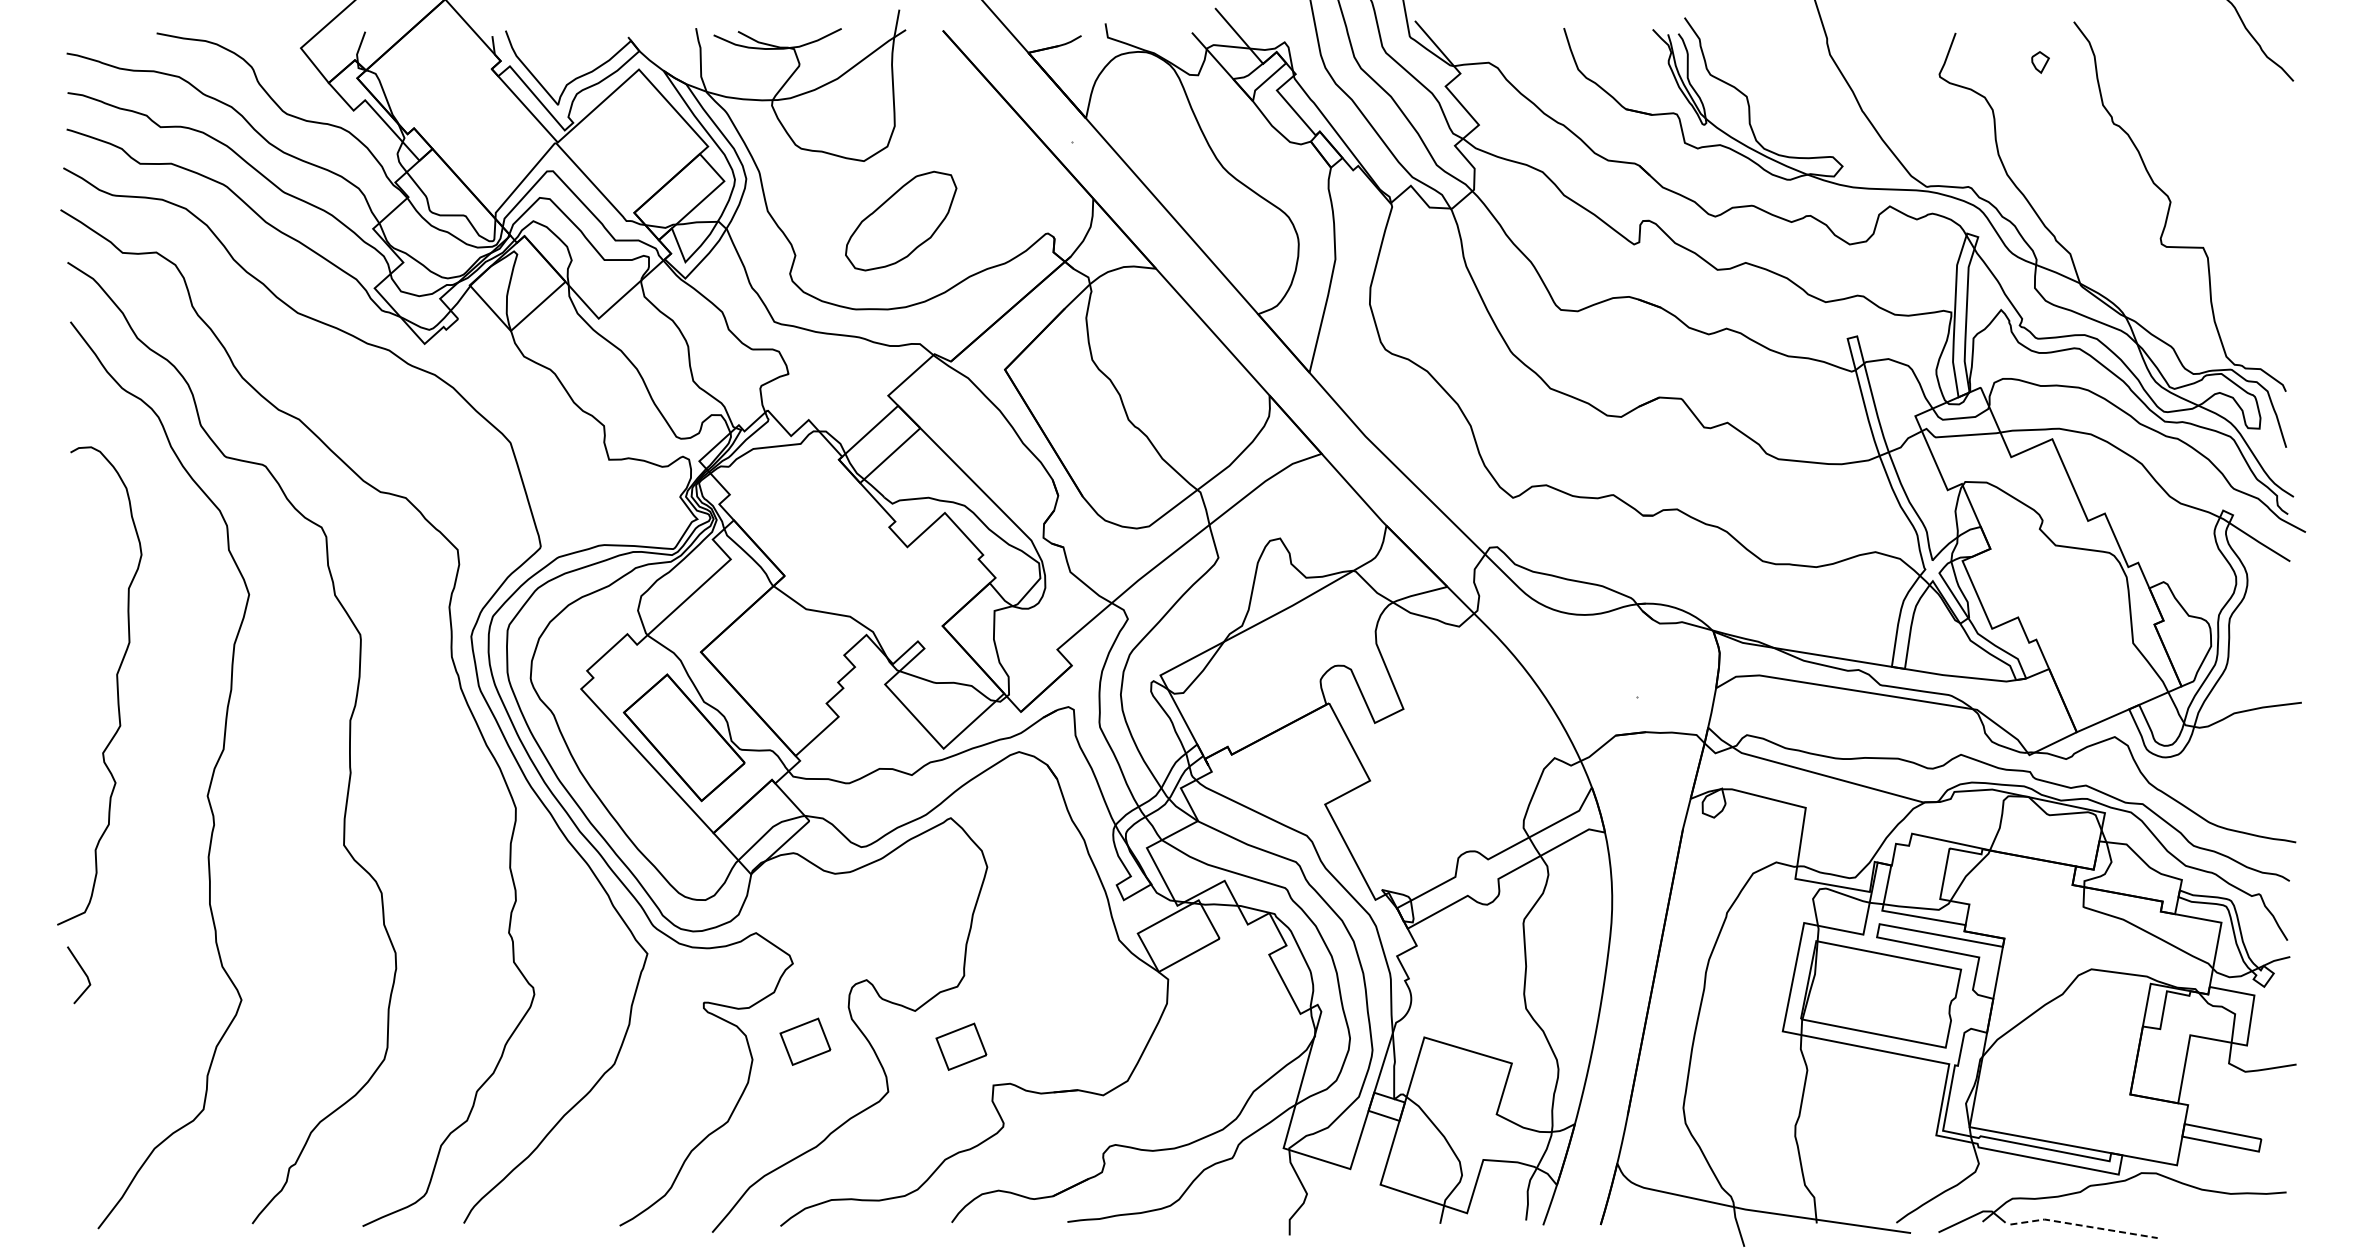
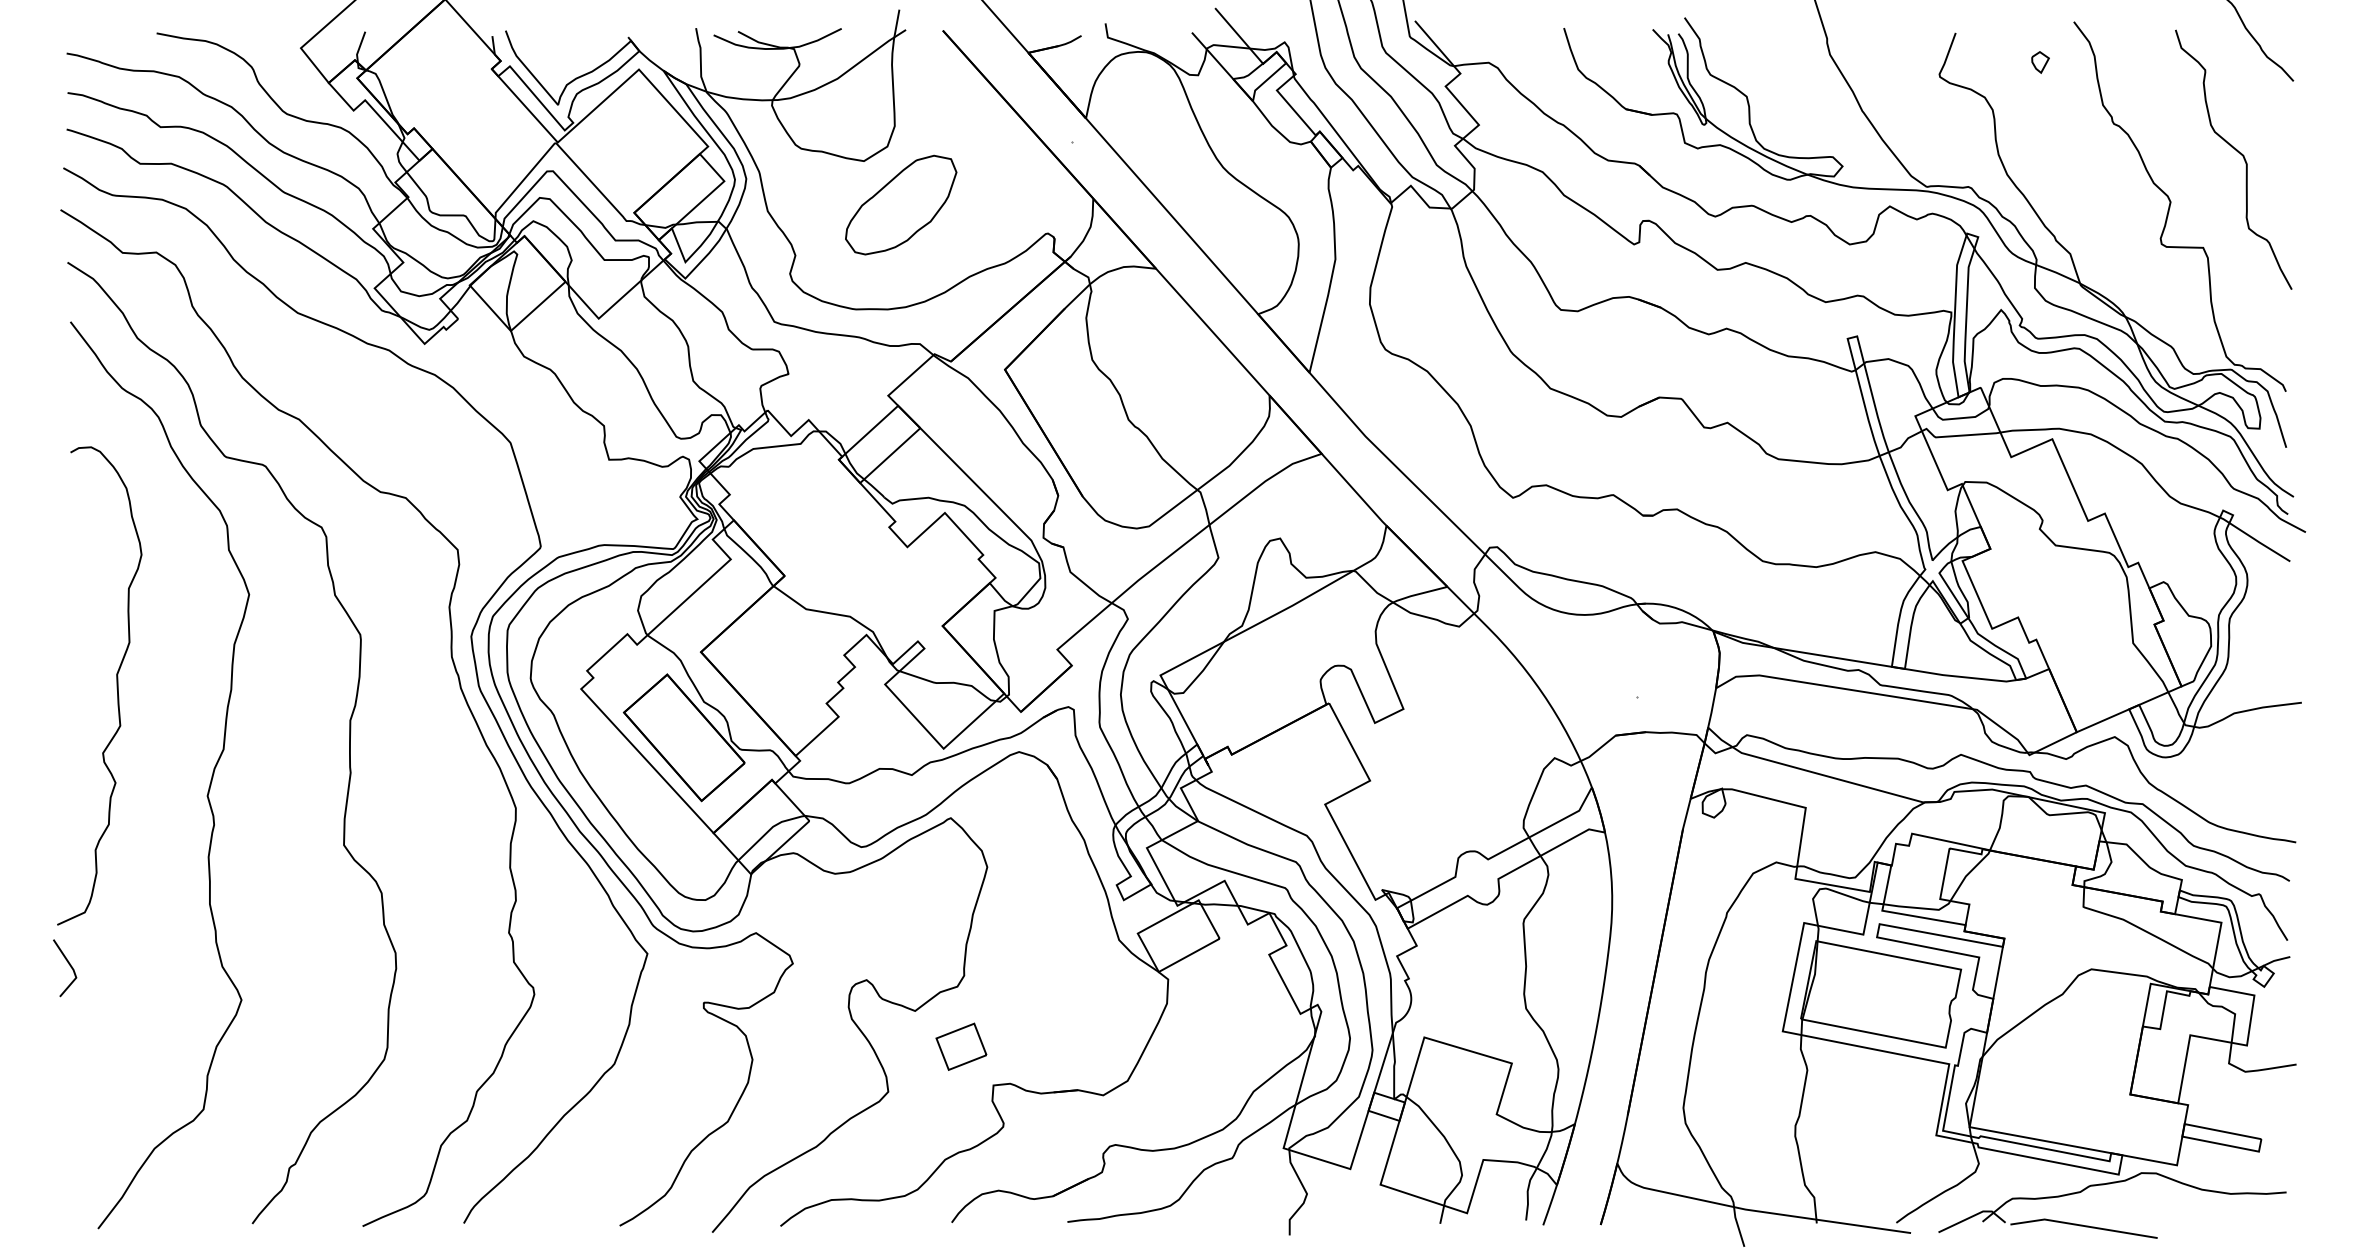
curve at (2237, 152): none -> present
part at (901, 220) position: (901, 220) -> (901, 204)
line at (82, 971) position: (82, 971) -> (68, 964)
part at (805, 1041): present -> none
line at (2083, 1225): dashed -> solid
